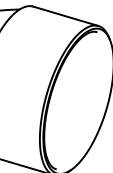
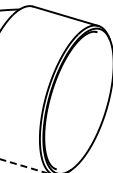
line at (22, 165): solid -> dashed
